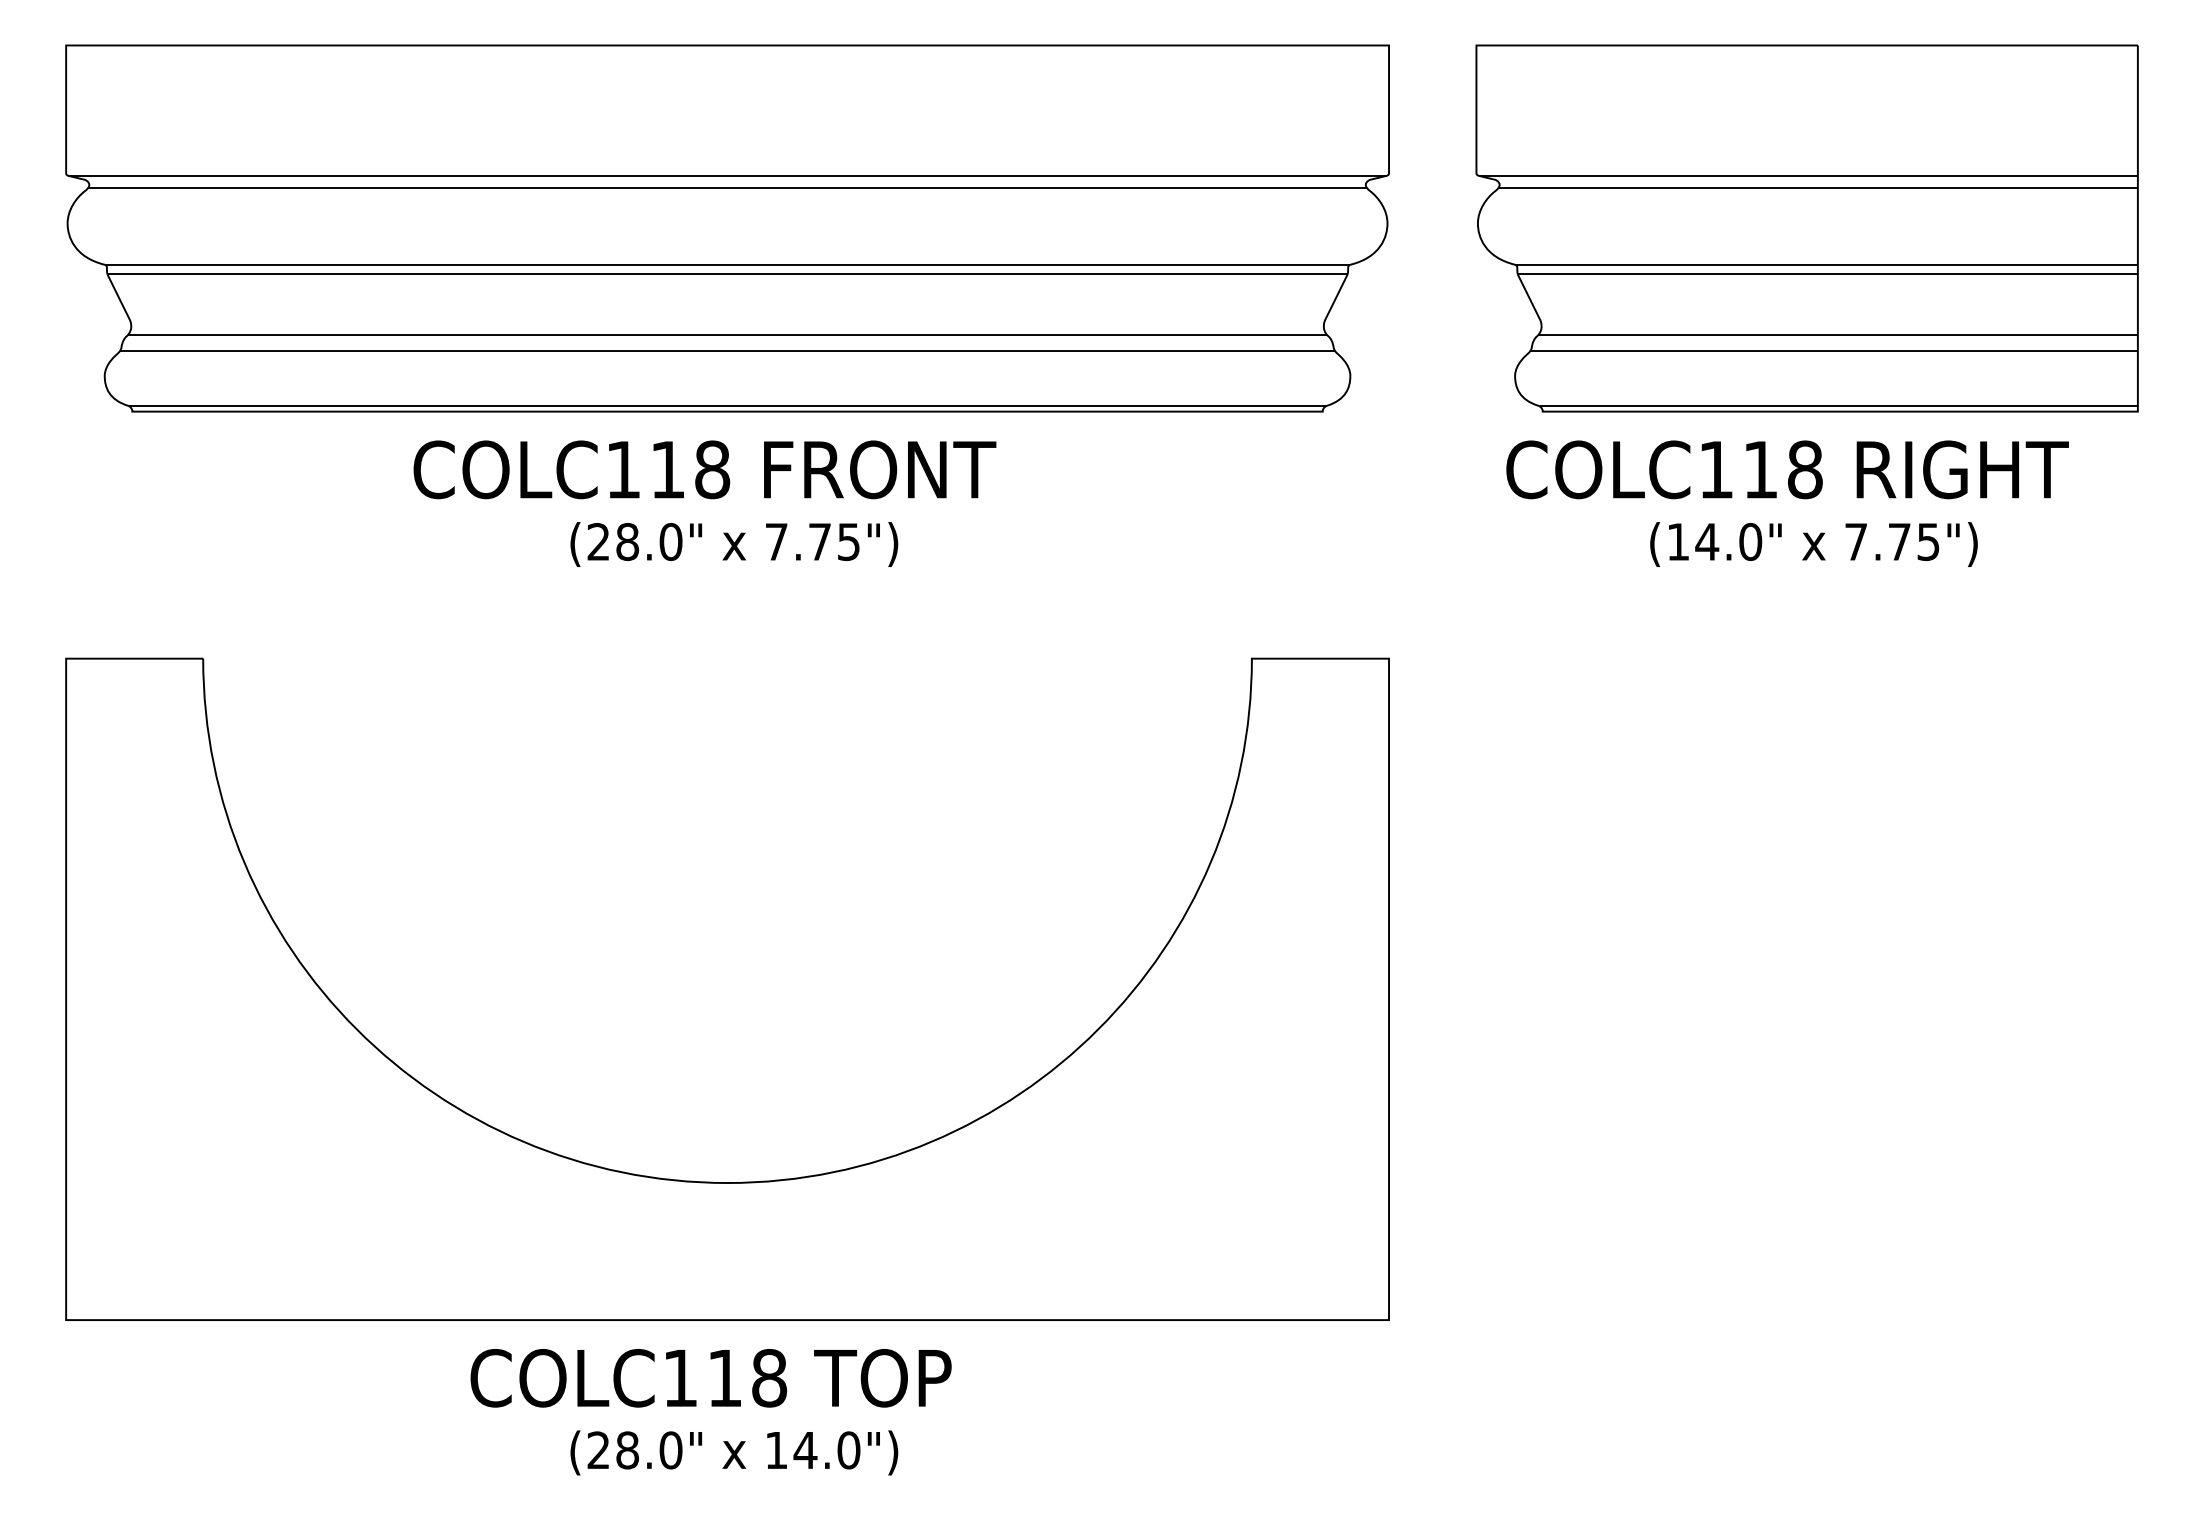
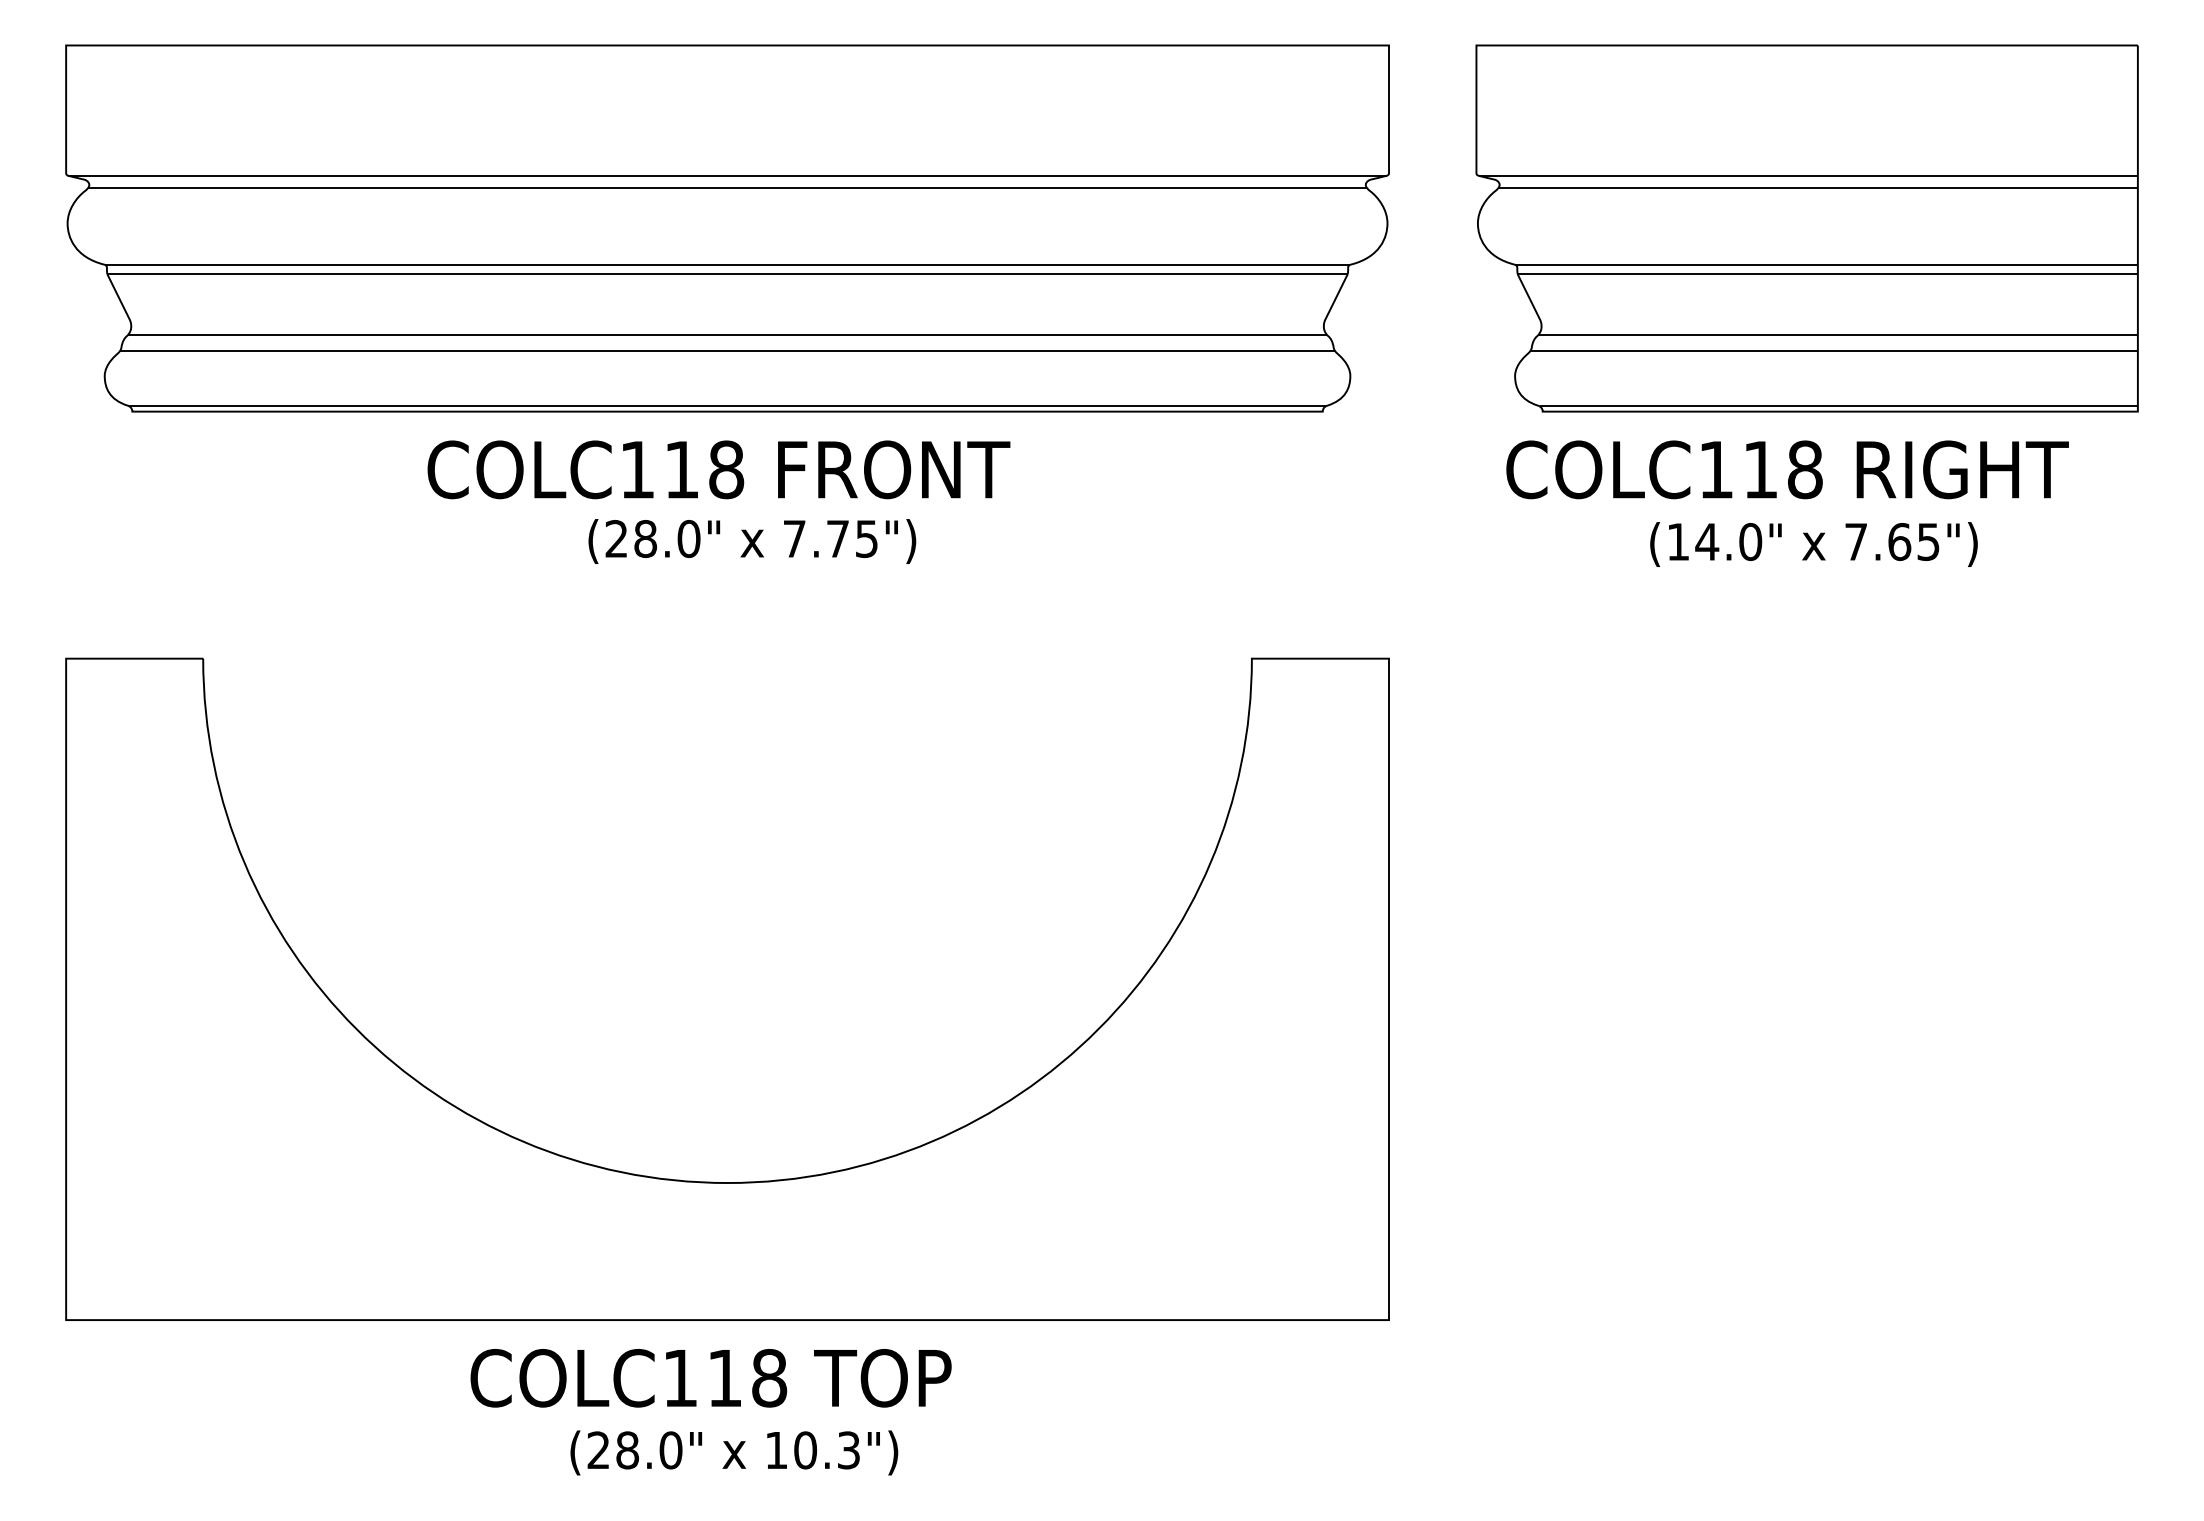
text at (704, 469) position: (704, 469) -> (718, 469)
text at (1899, 541): 7.75") -> 7.65")
text at (734, 544) position: (734, 544) -> (752, 541)
text at (826, 1450): 14.0") -> 10.3")
